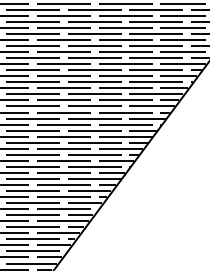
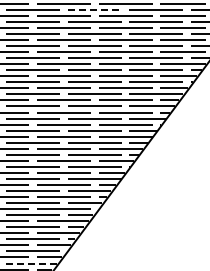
line at (94, 9): solid -> dashed
line at (32, 263): solid -> dashed
